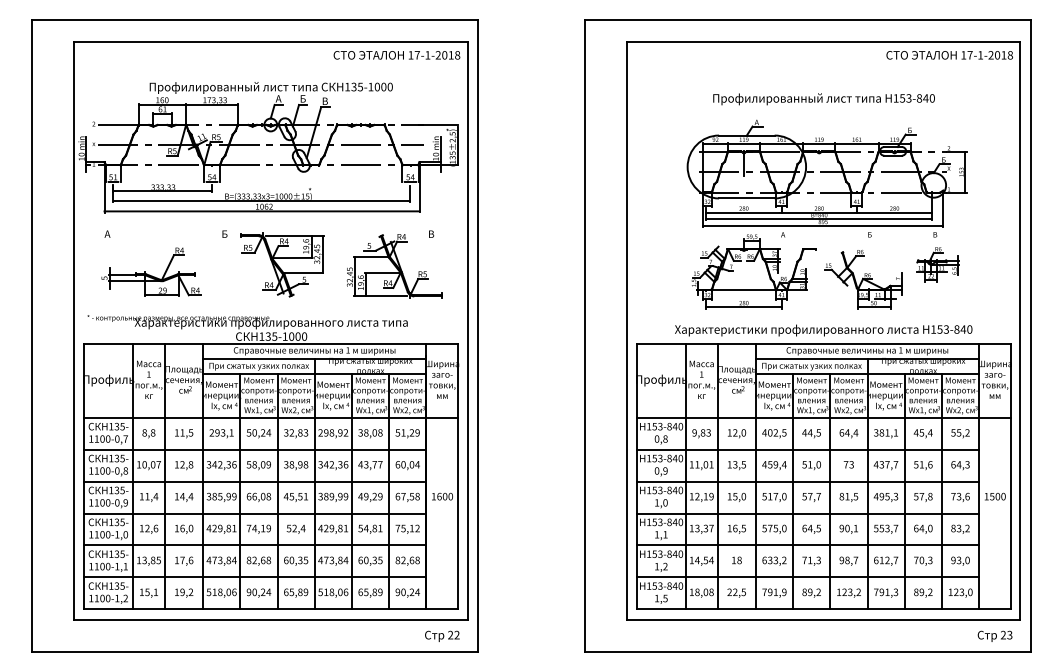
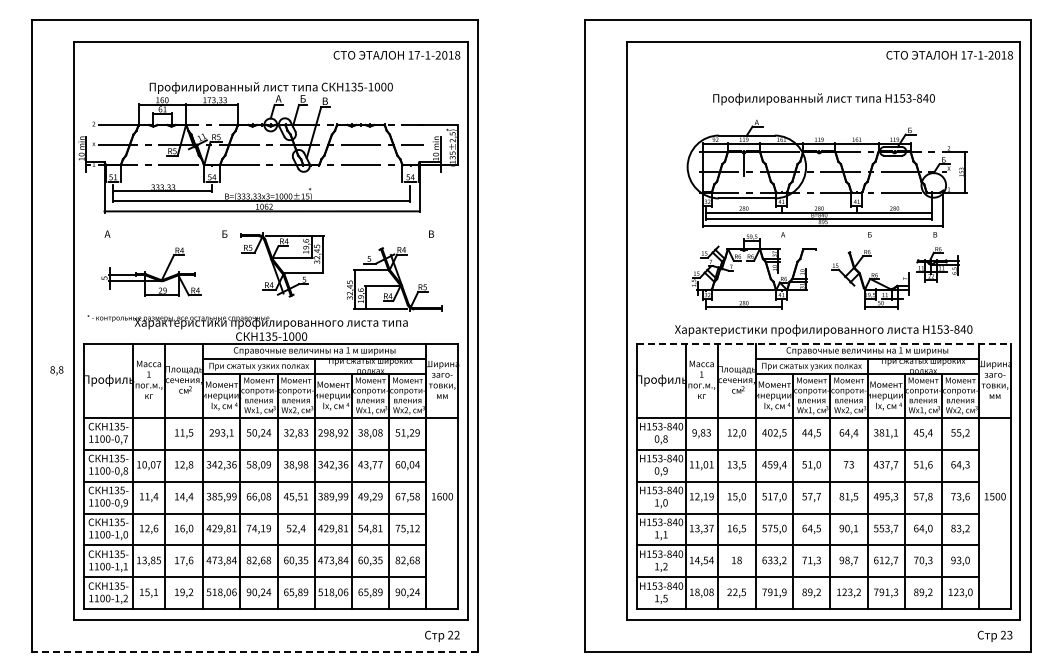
part at (394, 266) position: (394, 266) -> (394, 279)
part at (863, 279) position: (863, 279) -> (870, 279)
line at (824, 343): solid -> dashed
text at (148, 433) position: (148, 433) -> (56, 370)
line at (254, 651): solid -> dashed
